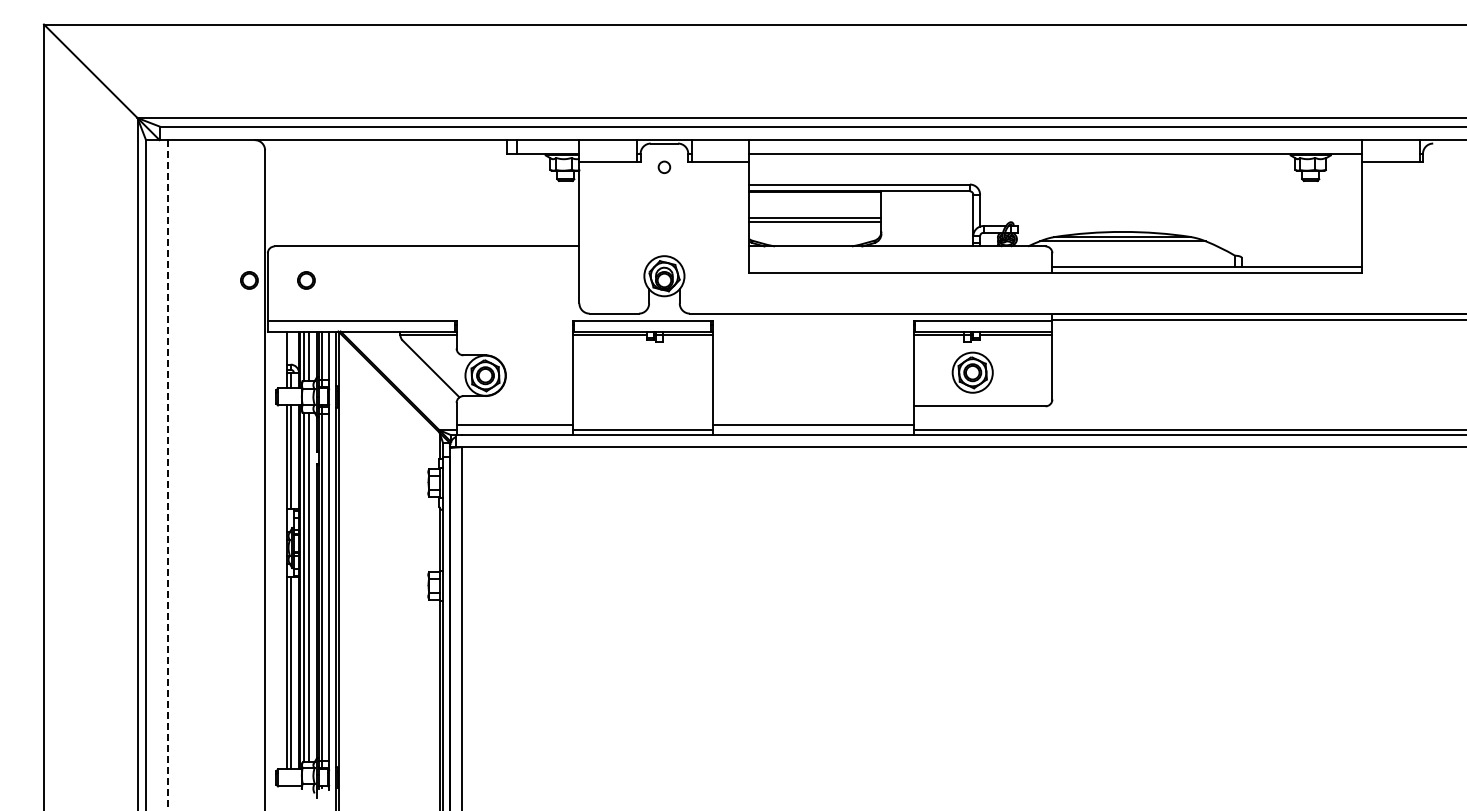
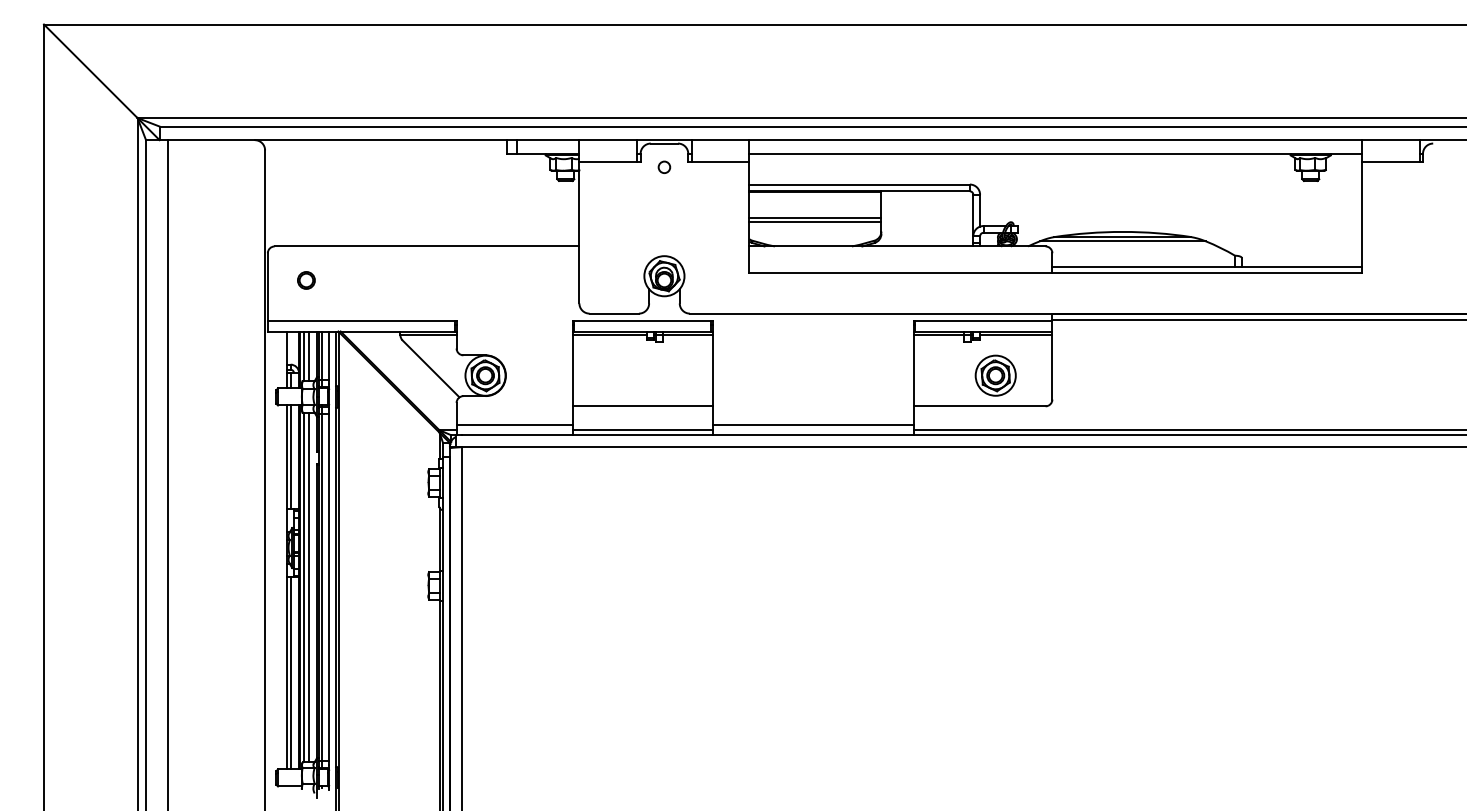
circle at (249, 280): present -> none
part at (972, 372) position: (972, 372) -> (995, 375)
line at (642, 406): none -> present
line at (168, 475): dashed -> solid
